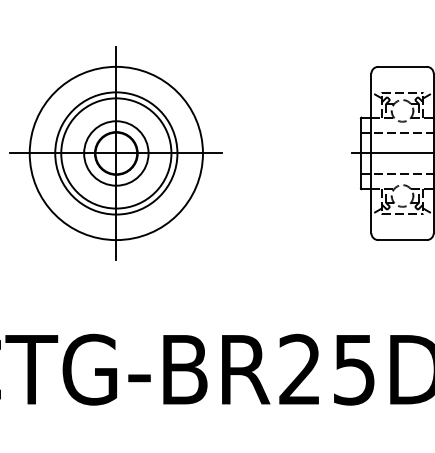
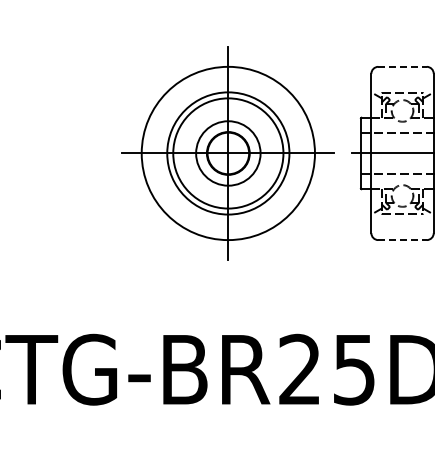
line at (403, 66): solid -> dashed
part at (115, 153) position: (115, 153) -> (227, 153)
line at (403, 240): solid -> dashed
